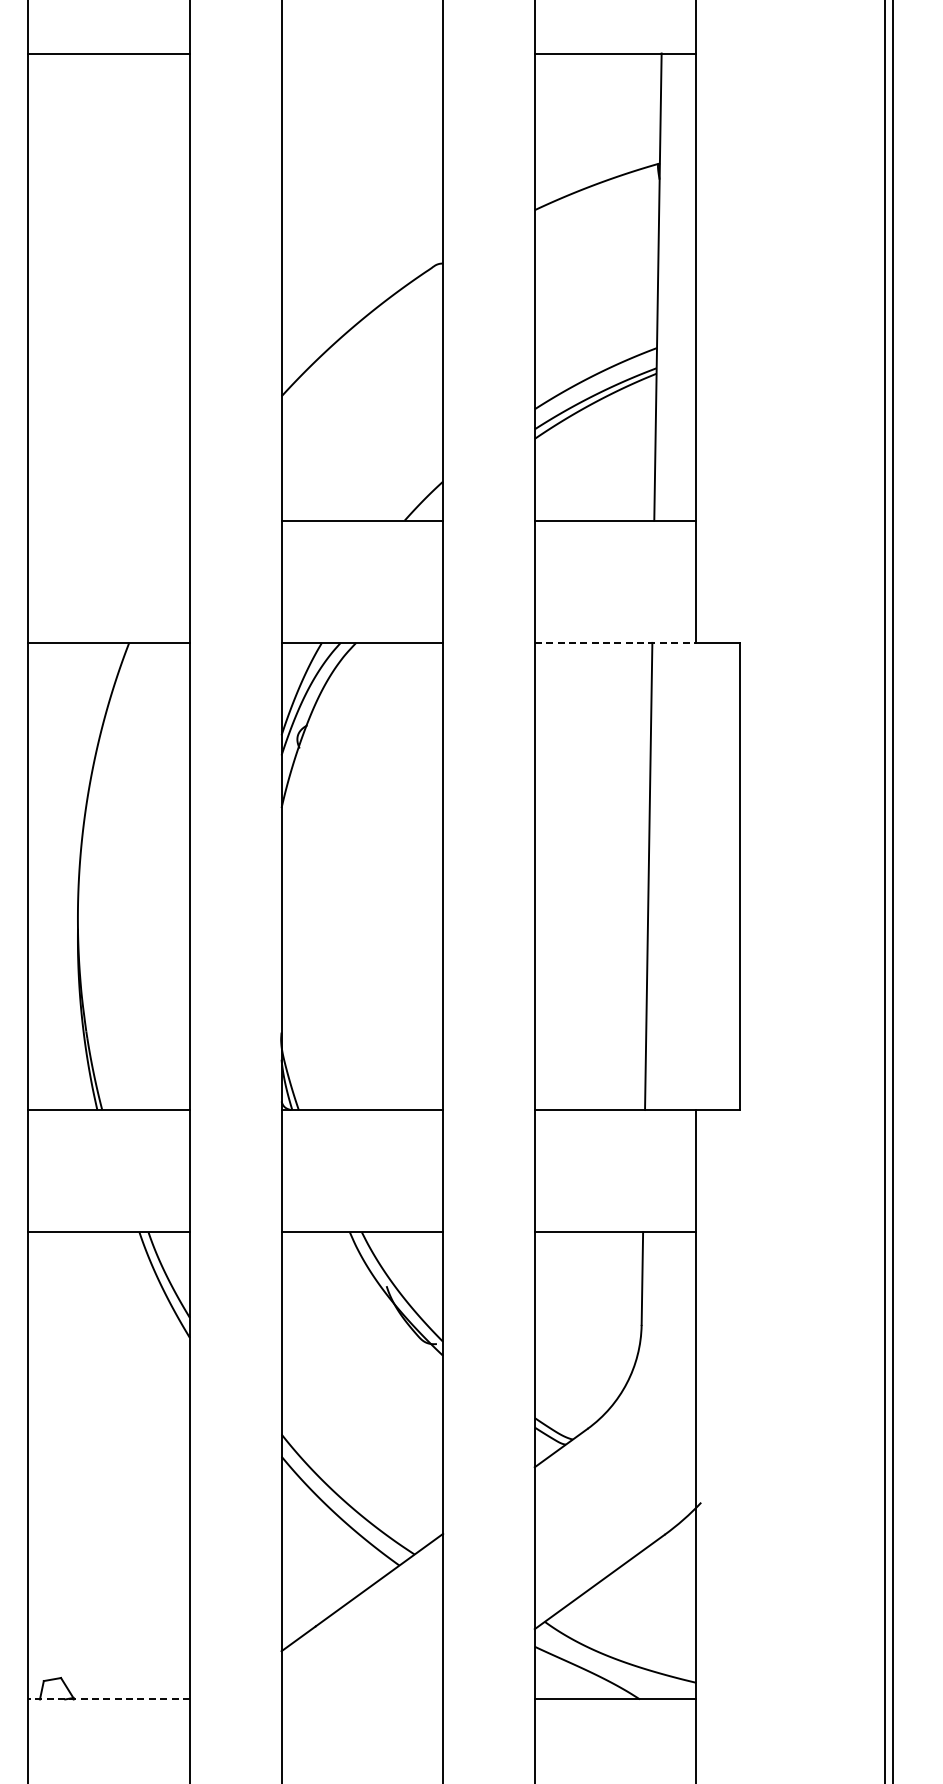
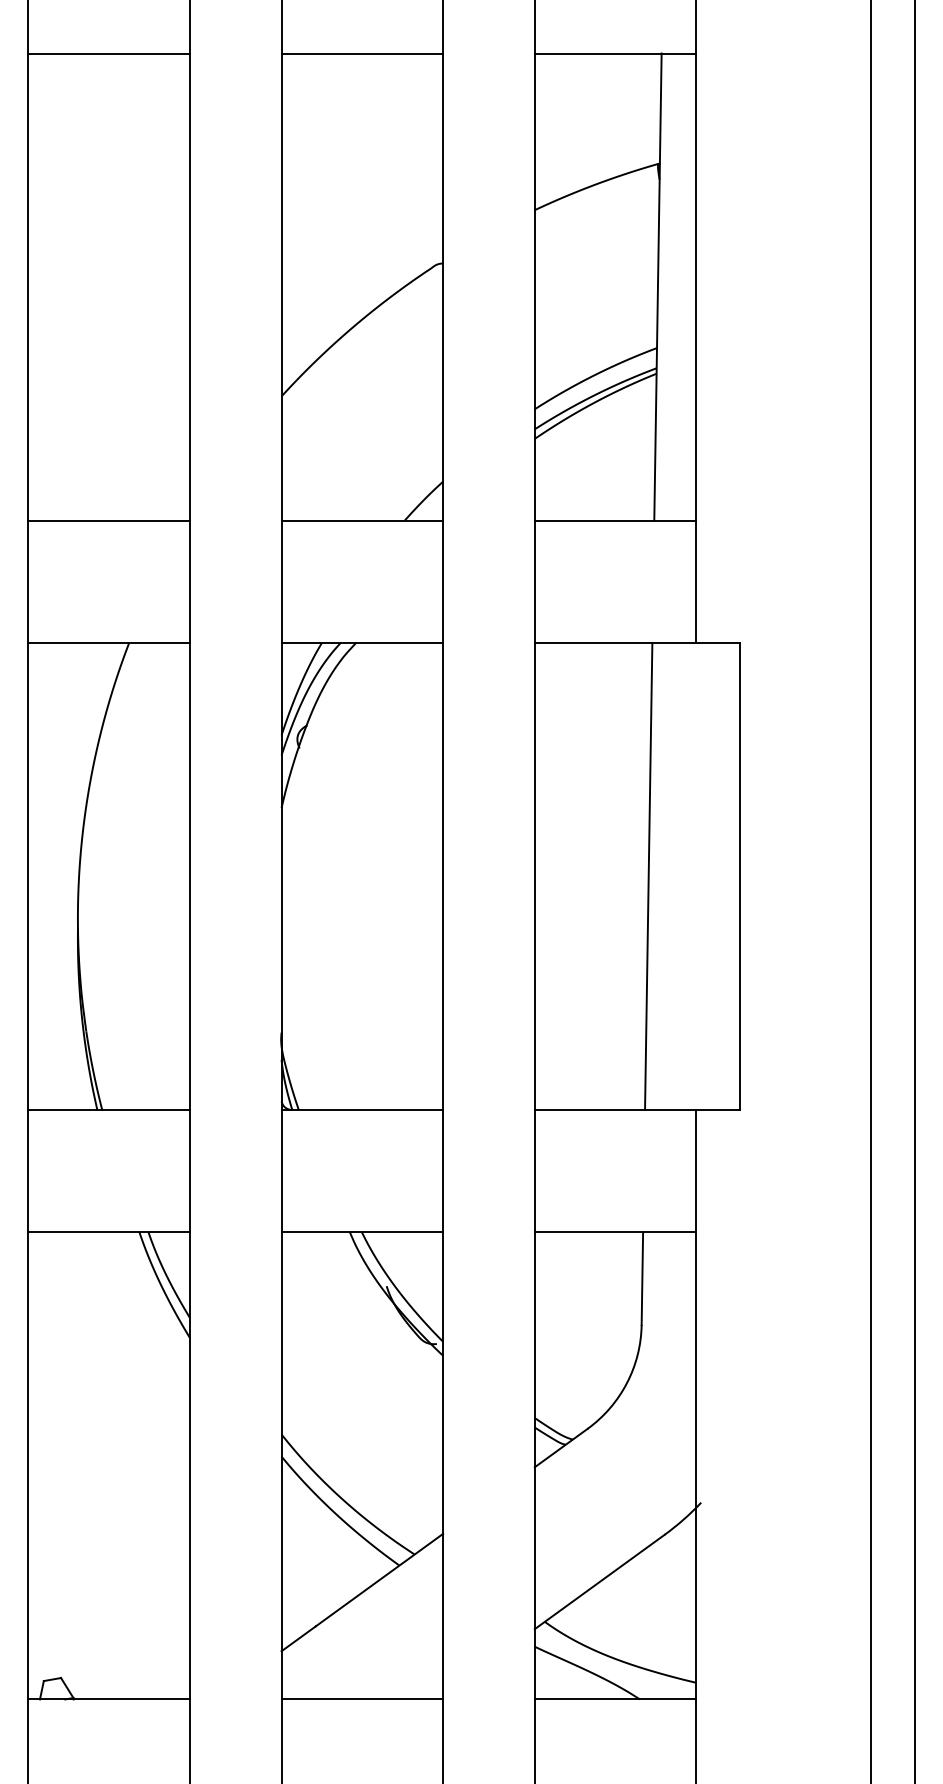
line at (362, 53): none -> present
line at (108, 520): none -> present
line at (615, 642): dashed -> solid
line at (884, 891) position: (884, 891) -> (870, 891)
line at (892, 891) position: (892, 891) -> (914, 891)
line at (109, 1699): dashed -> solid
line at (362, 1699): none -> present
